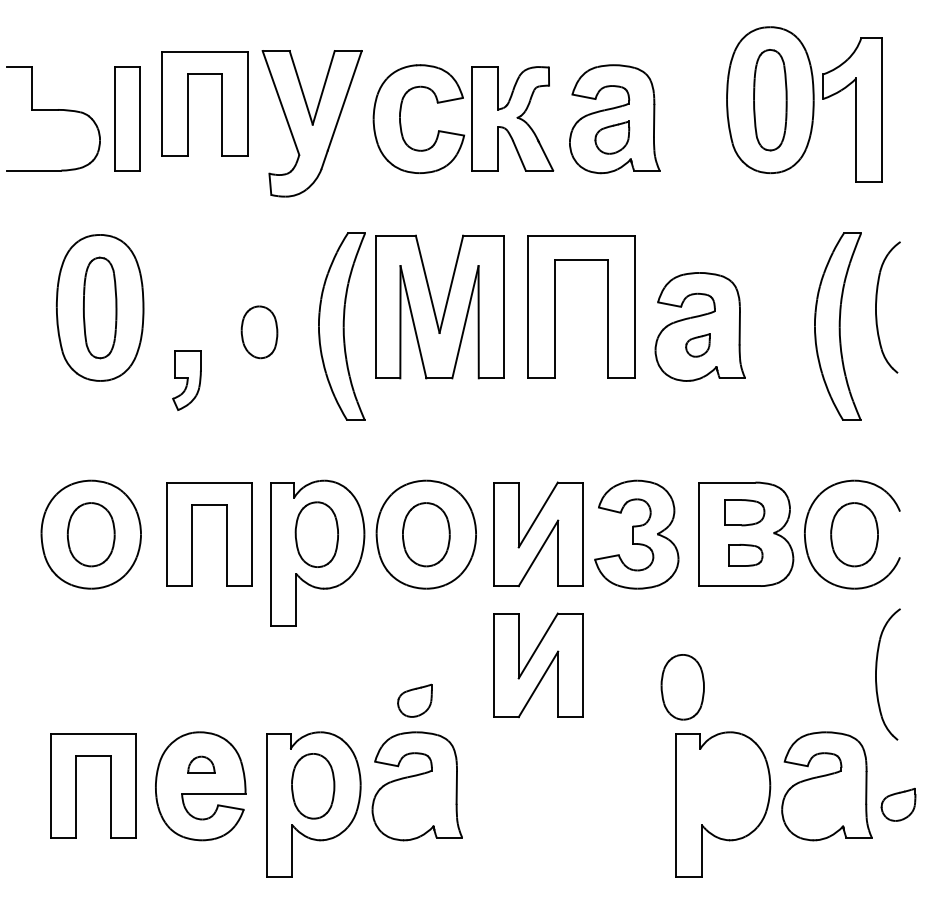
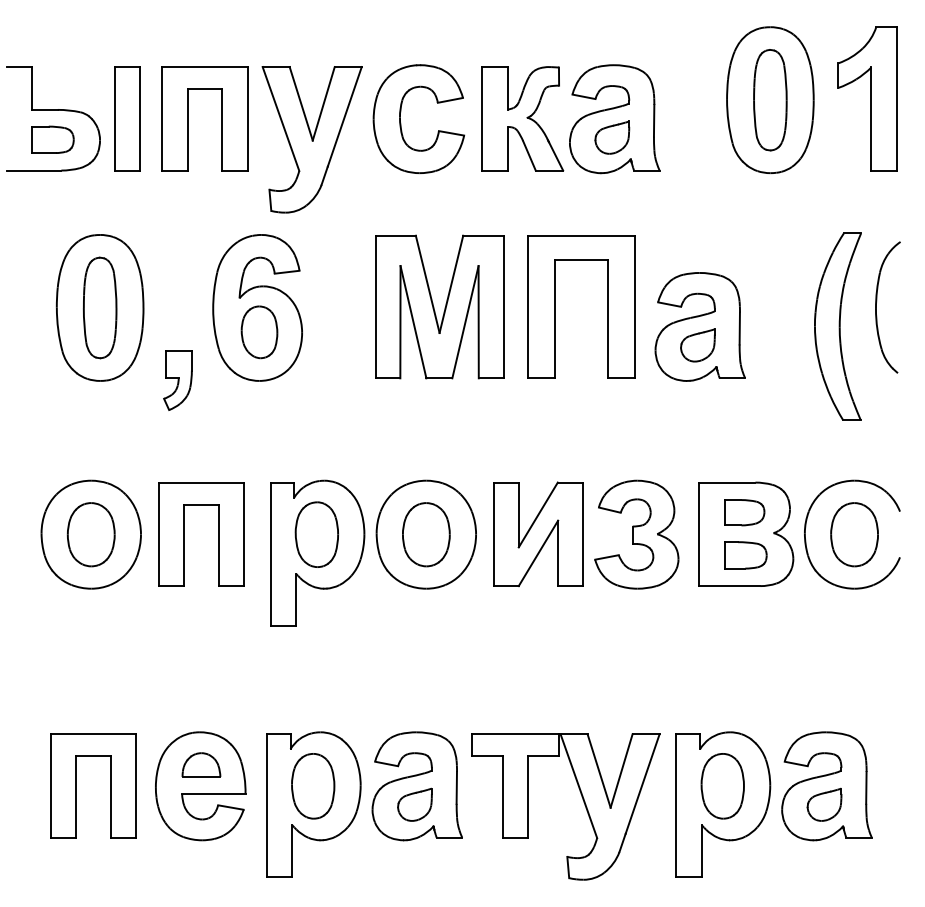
part at (188, 103) position: (188, 103) -> (188, 118)
part at (852, 109) position: (852, 109) -> (867, 98)
part at (512, 118) position: (512, 118) -> (522, 118)
part at (311, 123) position: (311, 123) -> (311, 139)
part at (52, 139): none -> present
part at (257, 307): none -> present
part at (341, 326): present -> none
part at (697, 345) size: 26x25 px -> 36x35 px
part at (186, 380) position: (186, 380) -> (177, 380)
part at (192, 534) position: (192, 534) -> (184, 534)
part at (745, 555) size: 36x23 px -> 44x29 px
part at (538, 664): present -> none
part at (876, 674): present -> none
part at (682, 687) position: (682, 687) -> (722, 786)
part at (414, 700) position: (414, 700) -> (414, 804)
part at (201, 764) size: 29x19 px -> 41x26 px
part at (581, 797): none -> present
part at (898, 804) position: (898, 804) -> (824, 804)
